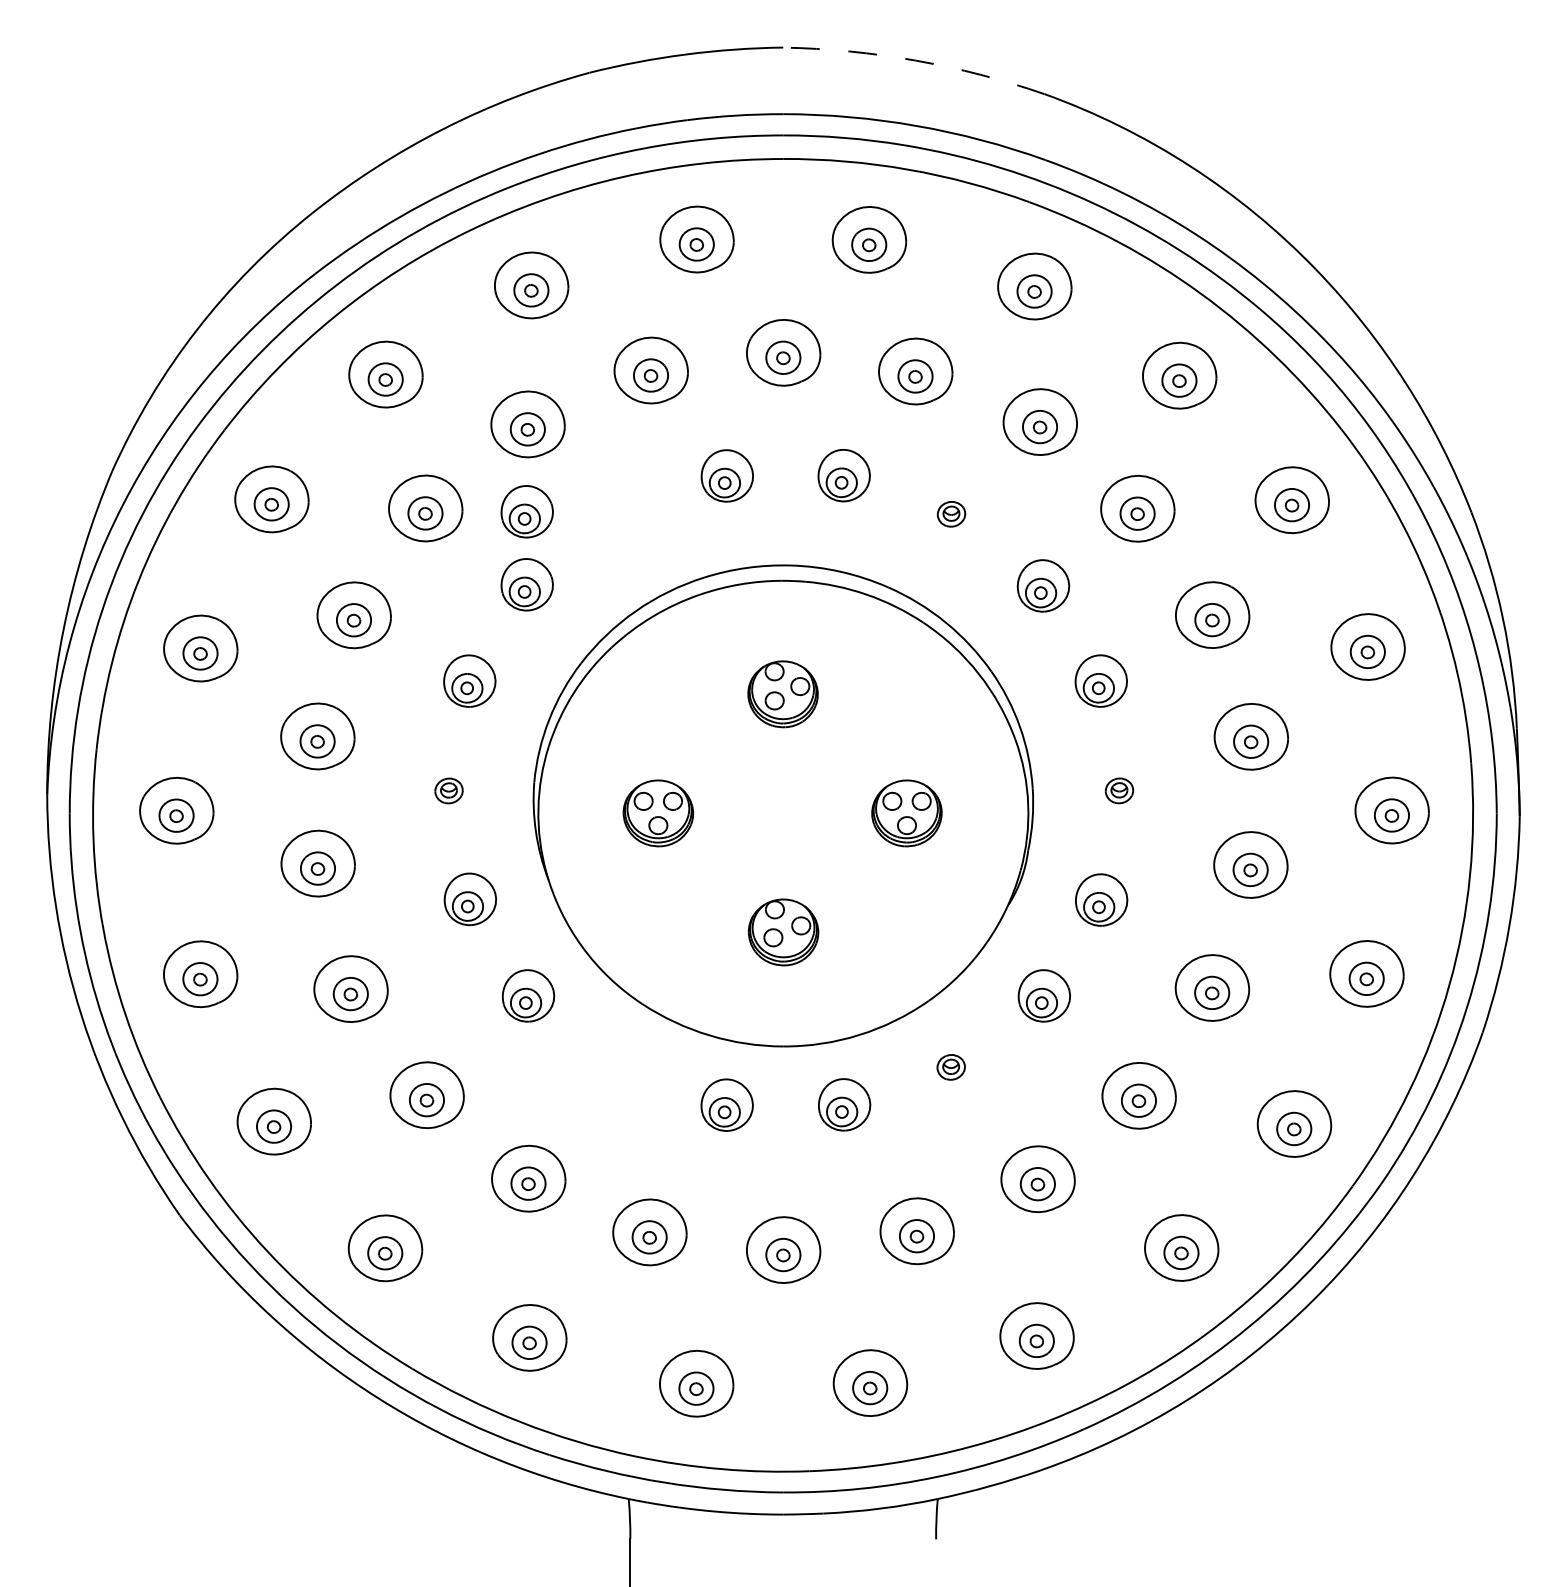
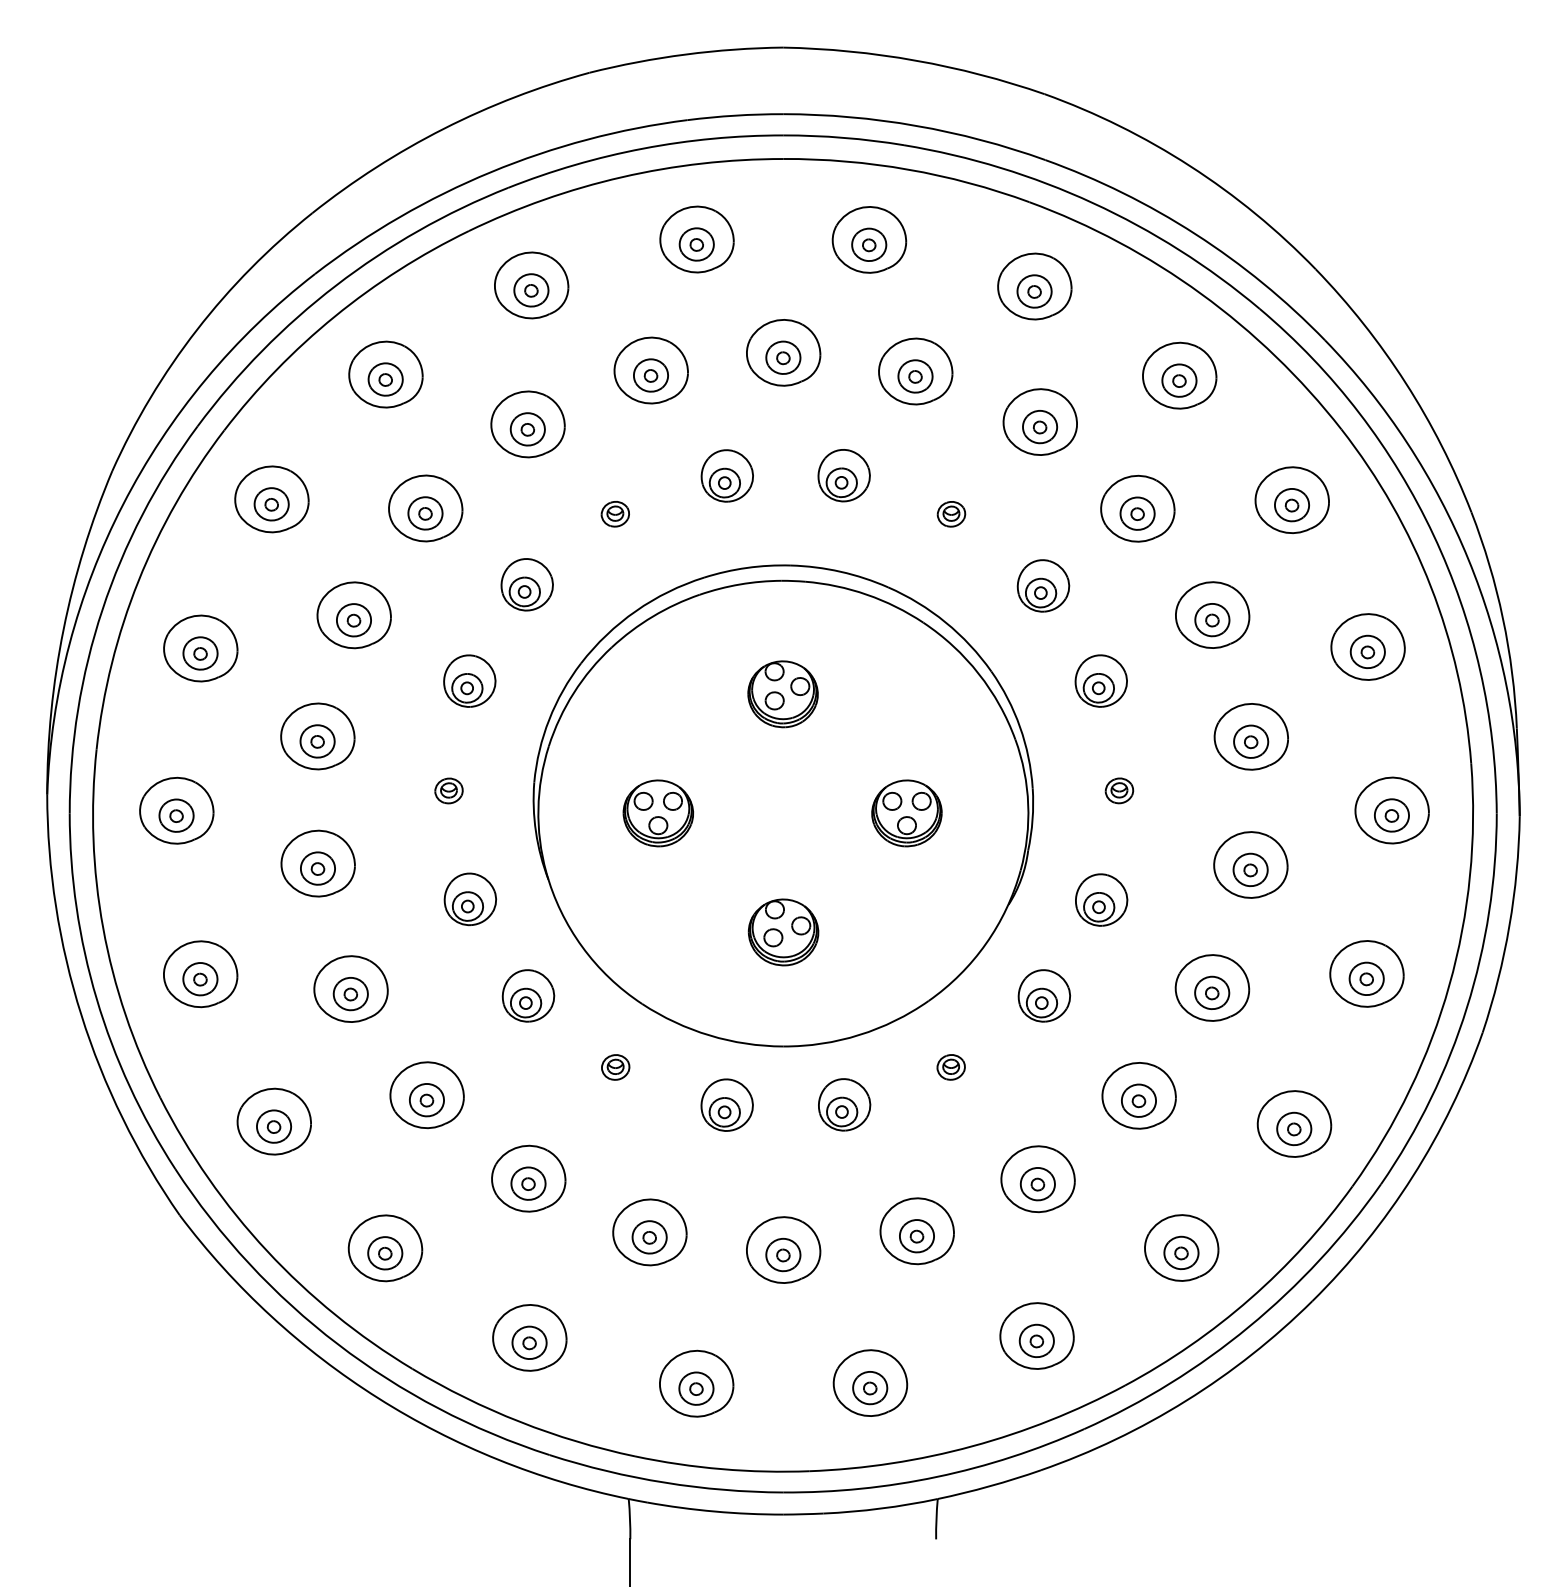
arc at (915, 60): dashed -> solid
part at (526, 511): present -> none
part at (614, 514): none -> present
part at (615, 1067): none -> present
